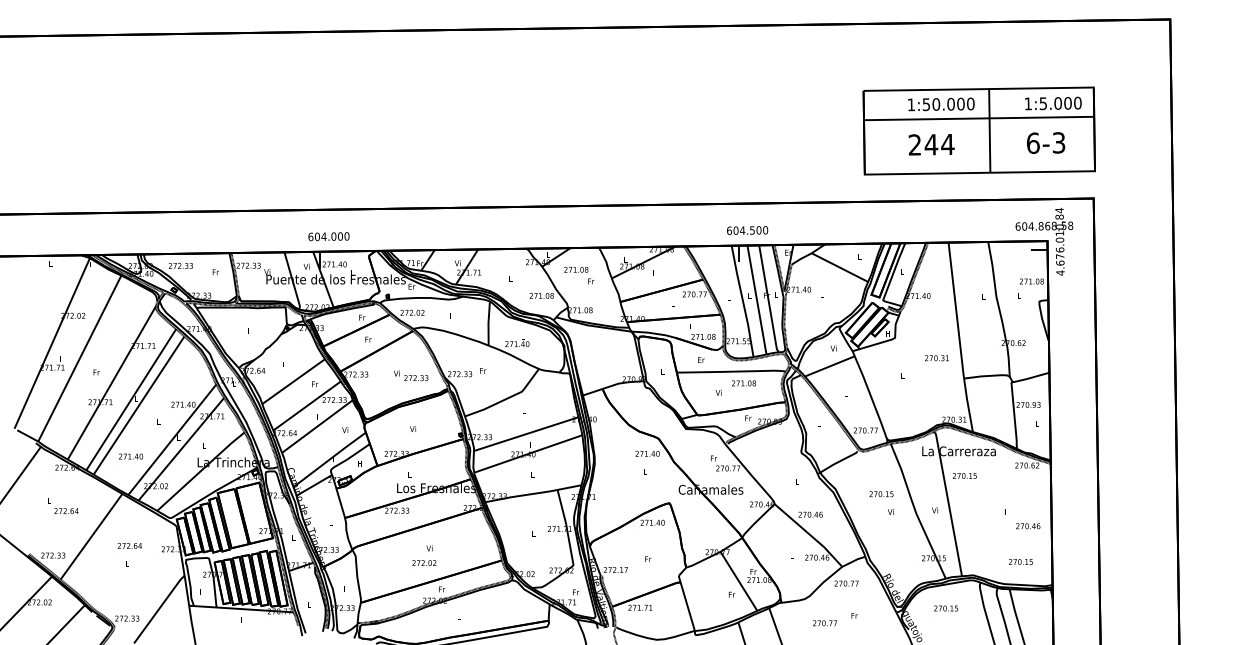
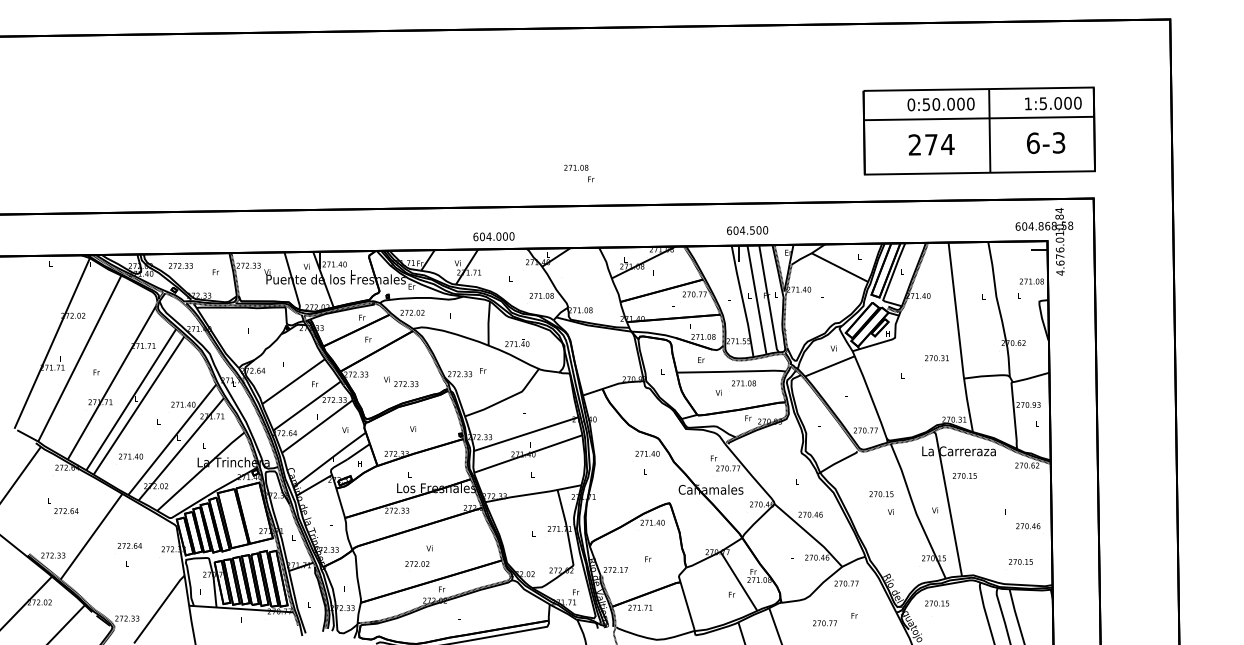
text at (911, 104): 1:50.000 -> 0:50.000
text at (931, 144): 244 -> 274
text at (328, 236) position: (328, 236) -> (493, 236)
text at (579, 275) position: (579, 275) -> (579, 173)
text at (411, 375) position: (411, 375) -> (401, 381)
text at (424, 562) position: (424, 562) -> (417, 563)
text at (946, 608) position: (946, 608) -> (937, 603)
